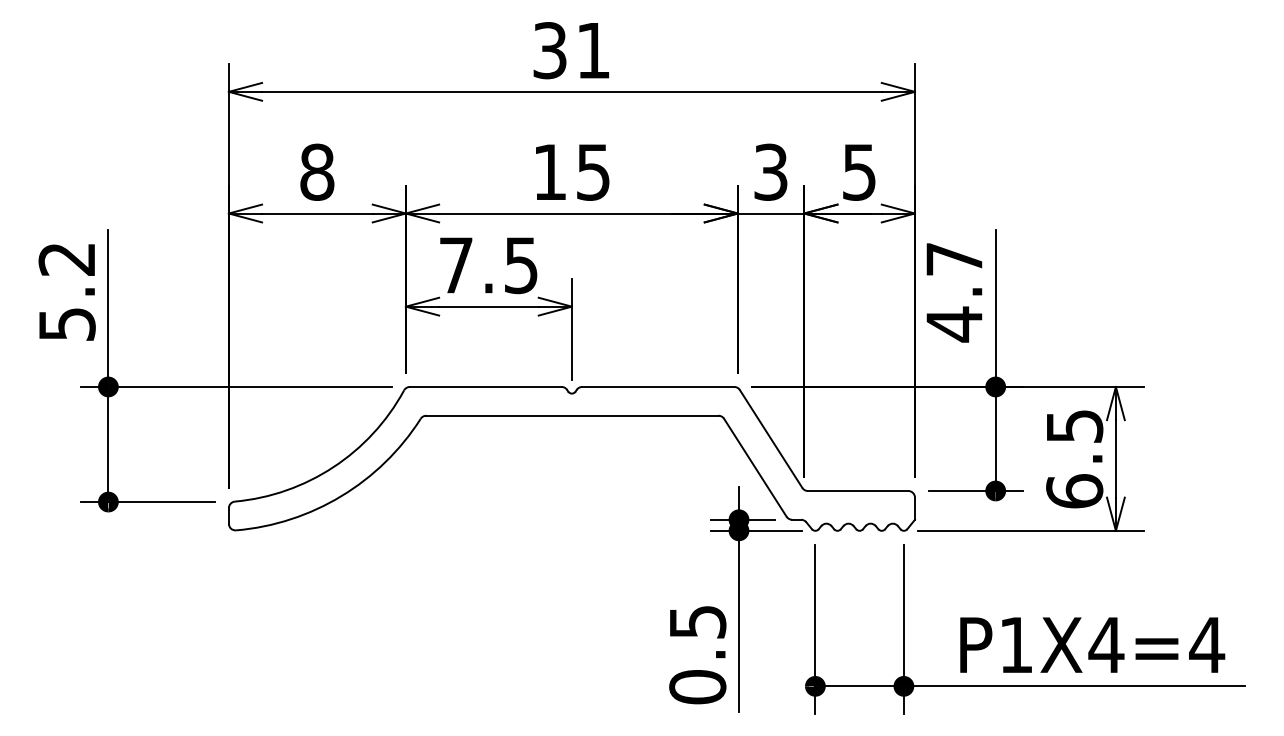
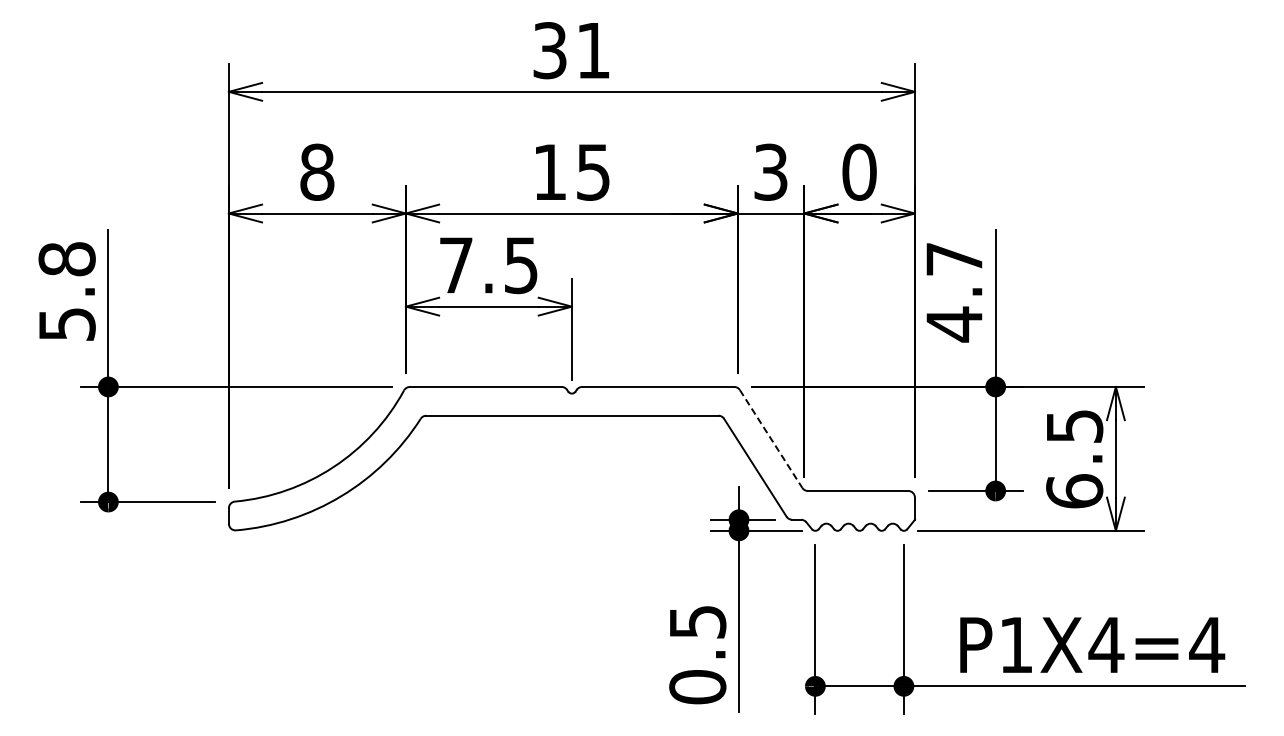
text at (859, 171): 5 -> 0
text at (66, 259): 5.2 -> 5.8
line at (771, 439): solid -> dashed
